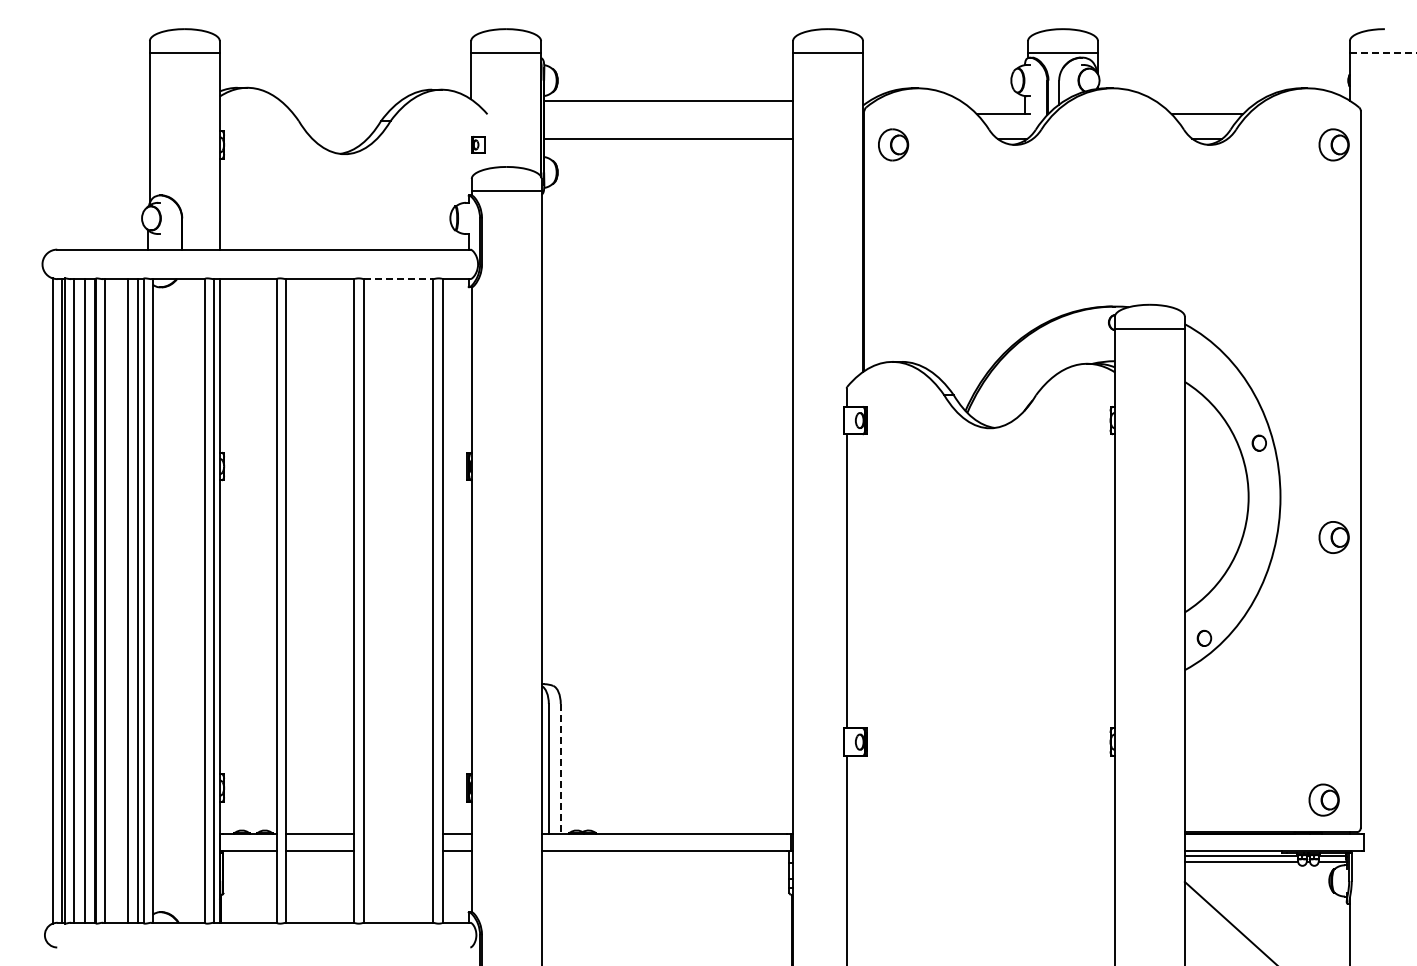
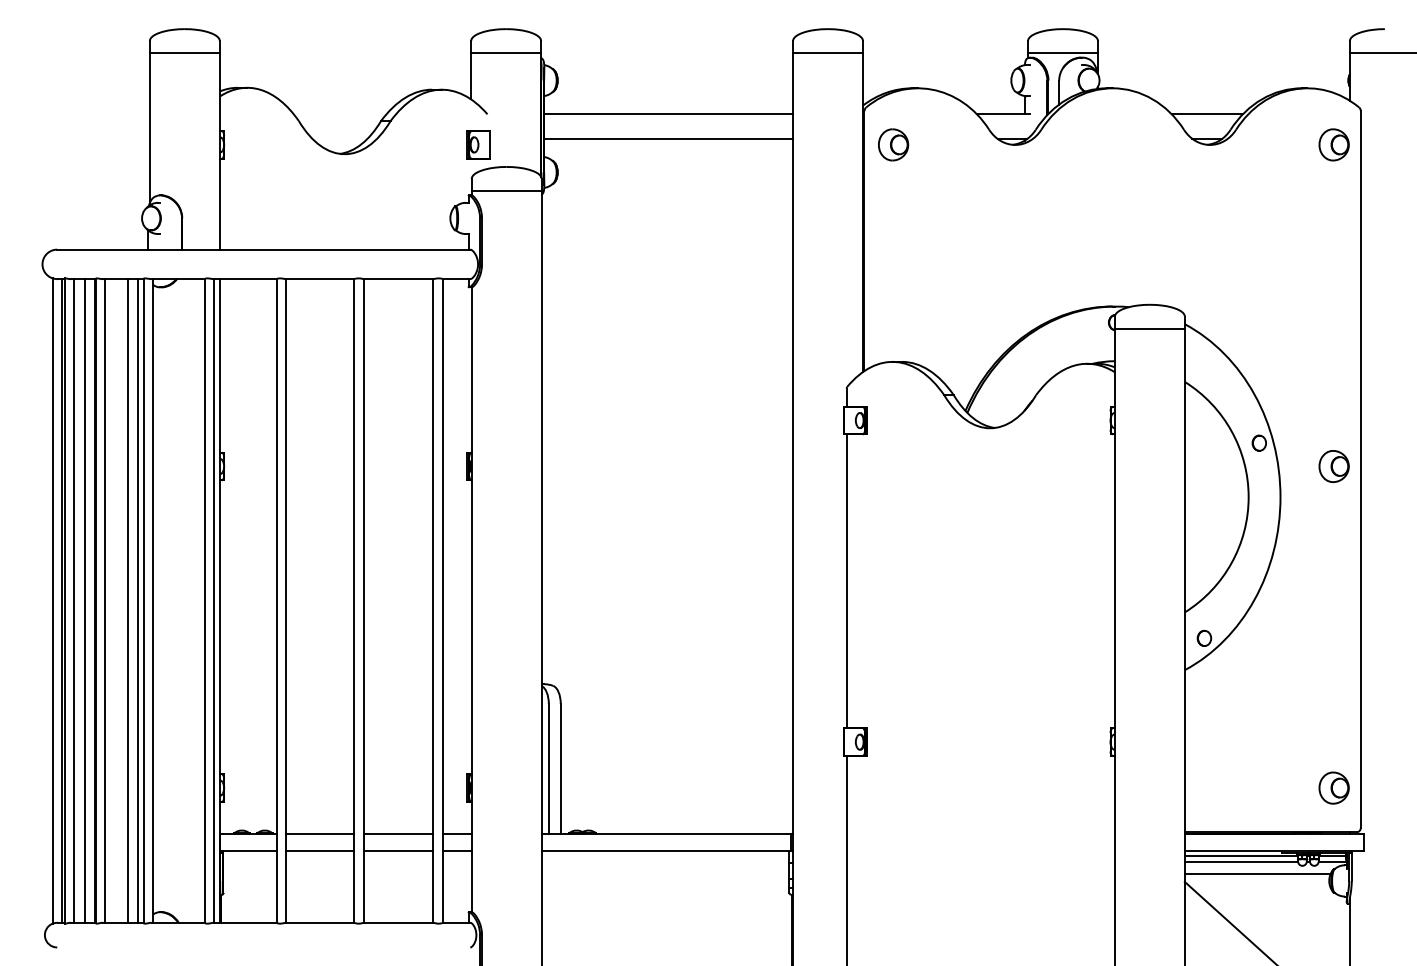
line at (1383, 53): dashed -> solid
line at (668, 101) position: (668, 101) -> (668, 114)
part at (478, 144) size: 15x18 px -> 25x30 px
line at (398, 279): dashed -> solid
part at (1333, 537) position: (1333, 537) -> (1333, 466)
line at (560, 769): dashed -> solid
part at (1323, 799) position: (1323, 799) -> (1333, 787)
line at (398, 834): none -> present
line at (398, 850): none -> present
line at (1257, 873): none -> present
